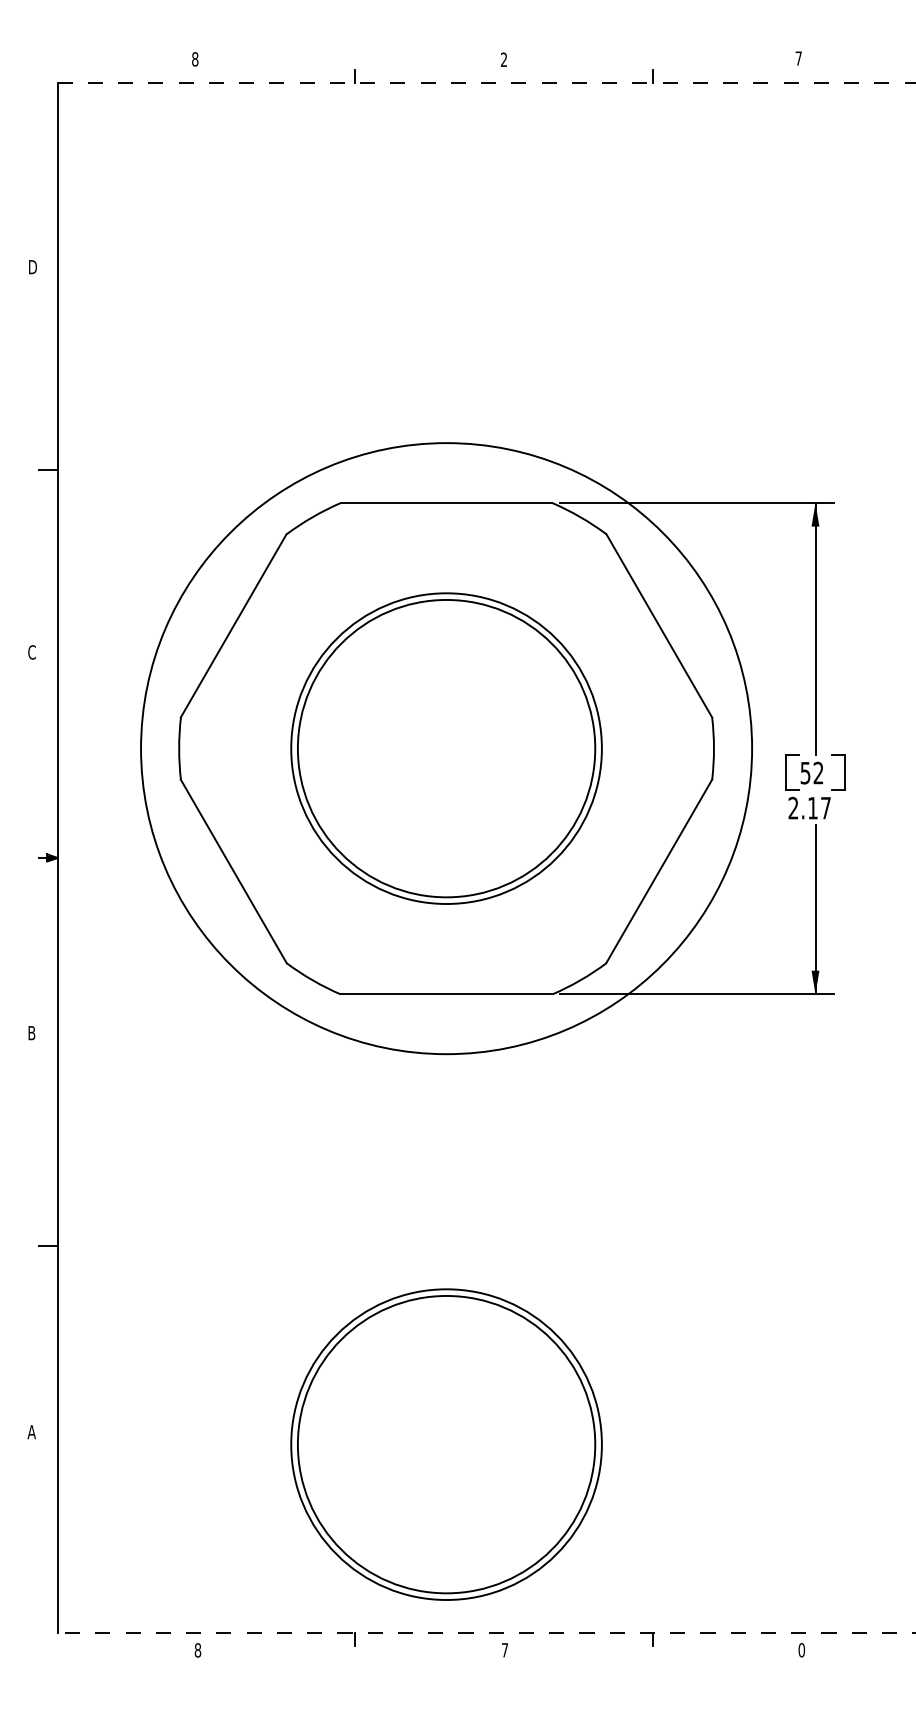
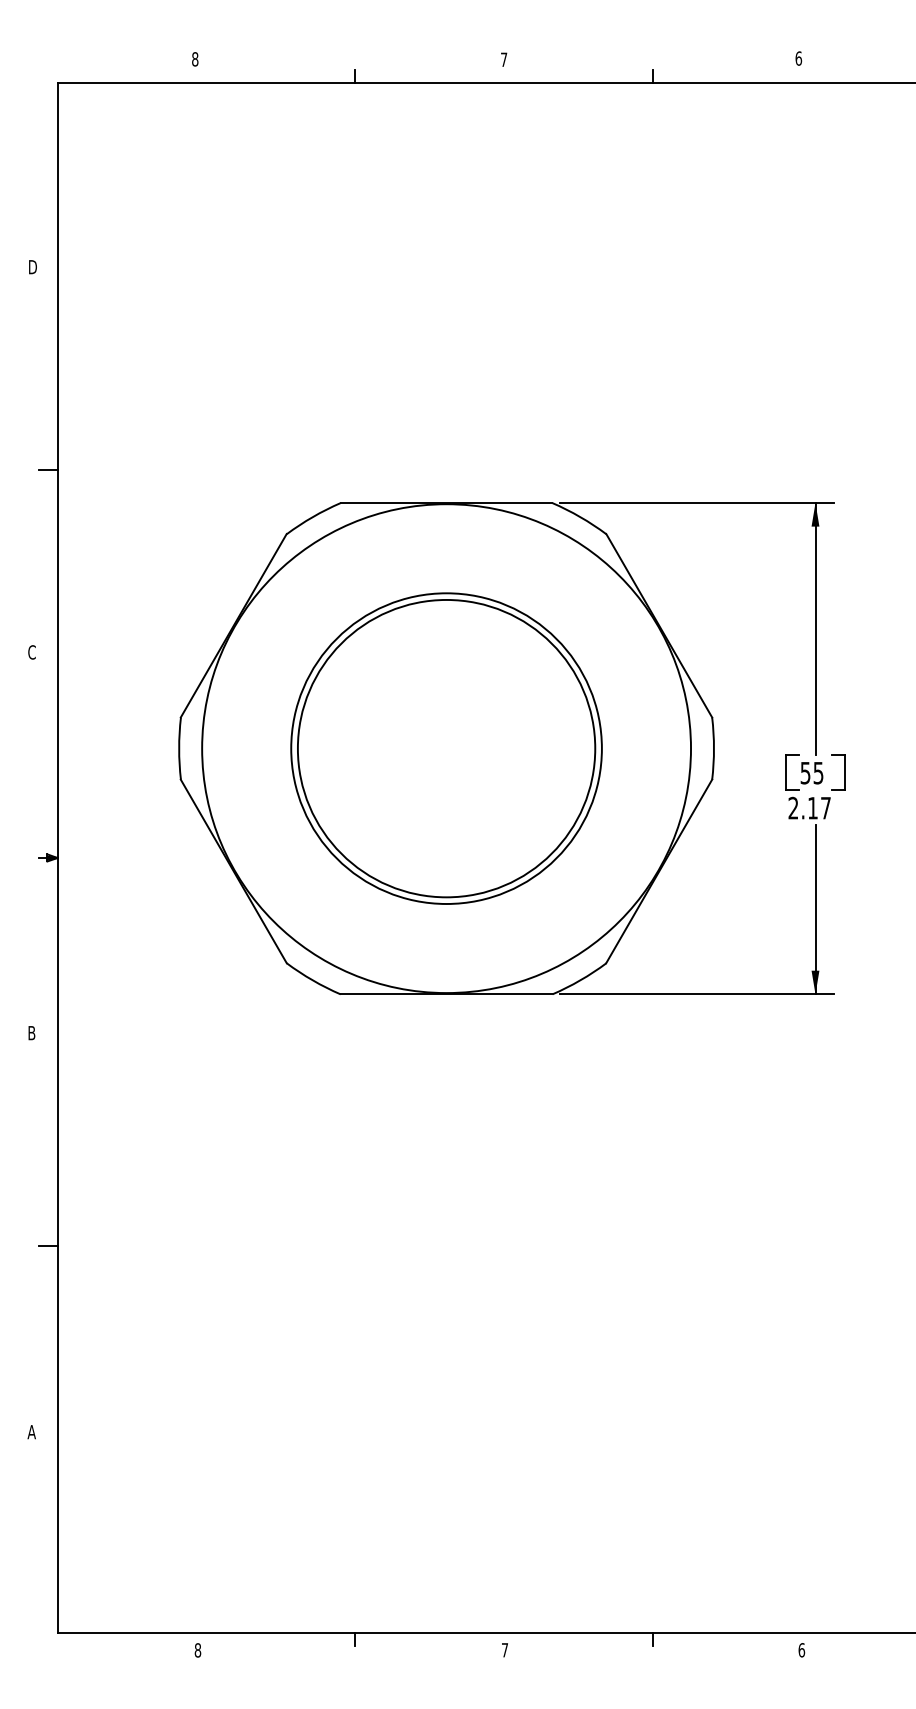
text at (798, 58): 7 -> 6
text at (504, 59): 2 -> 7
line at (486, 82): dashed -> solid
circle at (446, 748) diameter: 611 px -> 489 px
text at (818, 772): 52 -> 55
part at (446, 1444): present -> none
line at (486, 1633): dashed -> solid
text at (801, 1649): 0 -> 6
